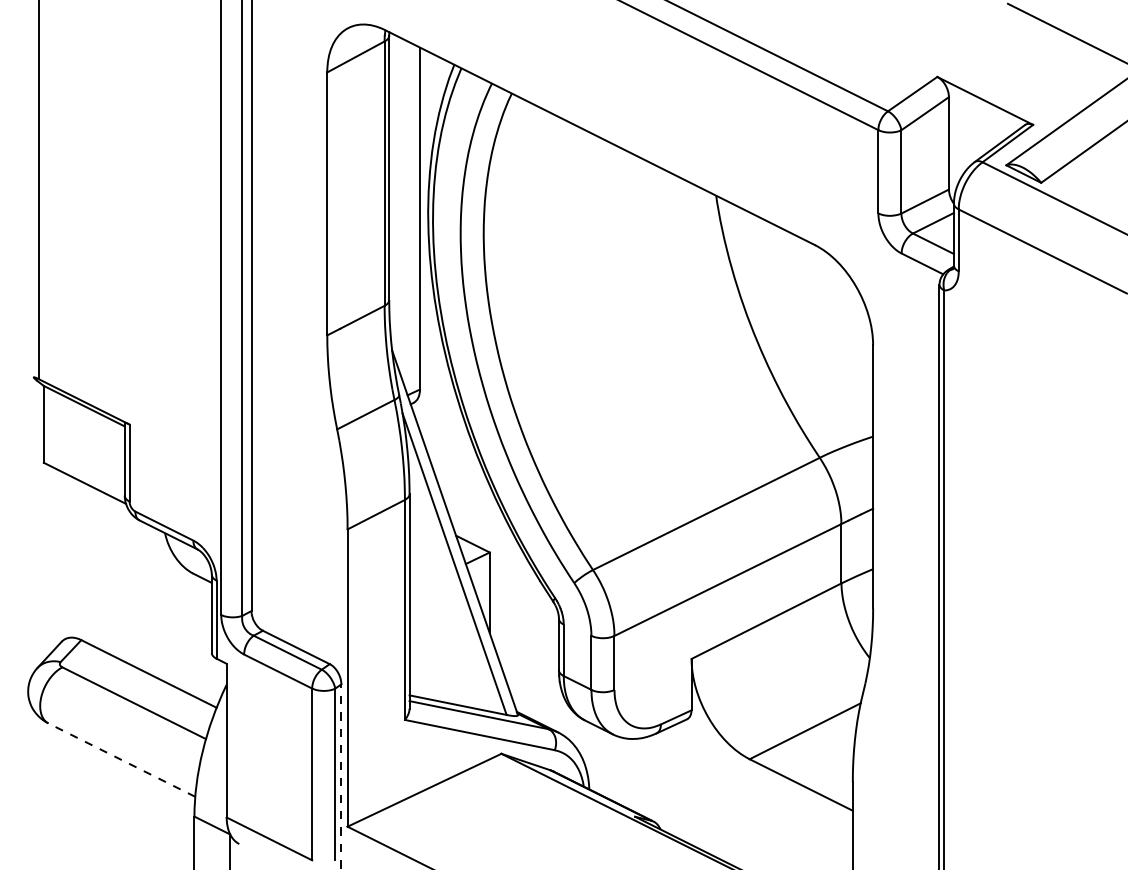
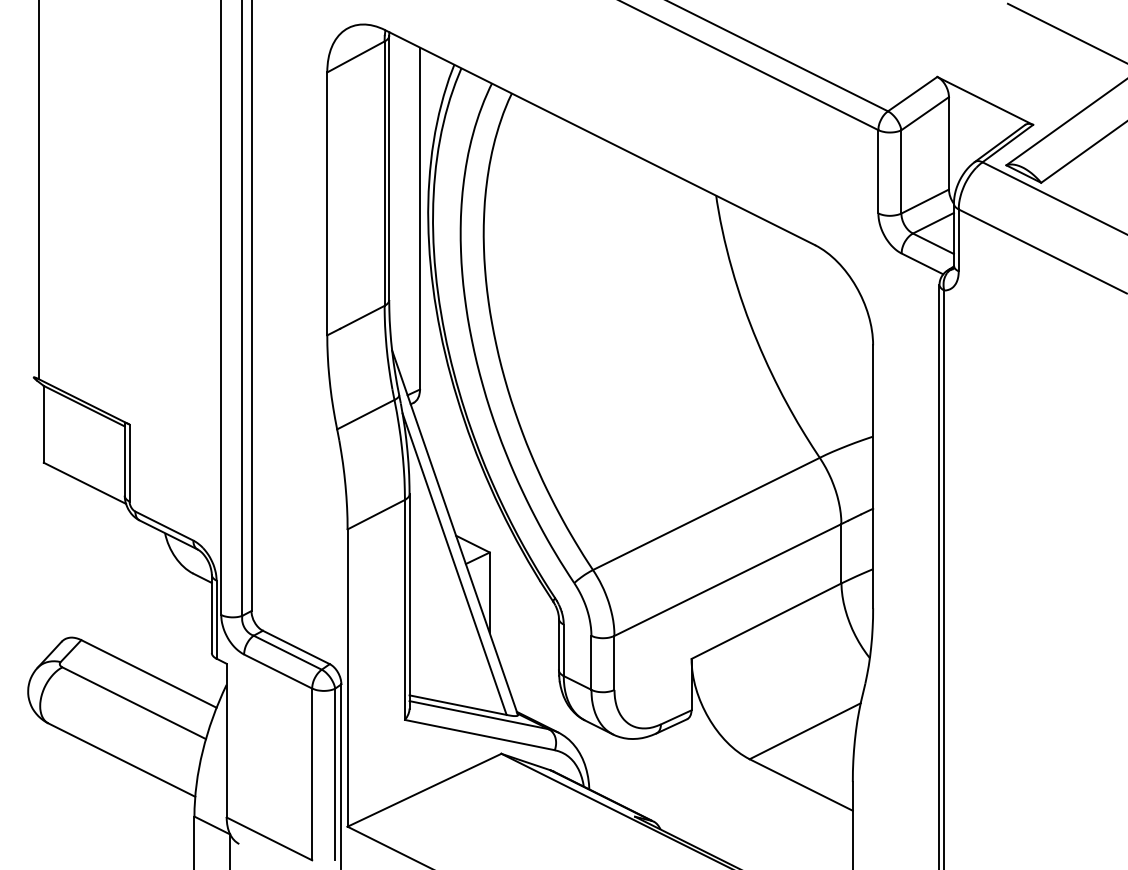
line at (121, 759): dashed -> solid
line at (341, 775): dashed -> solid
